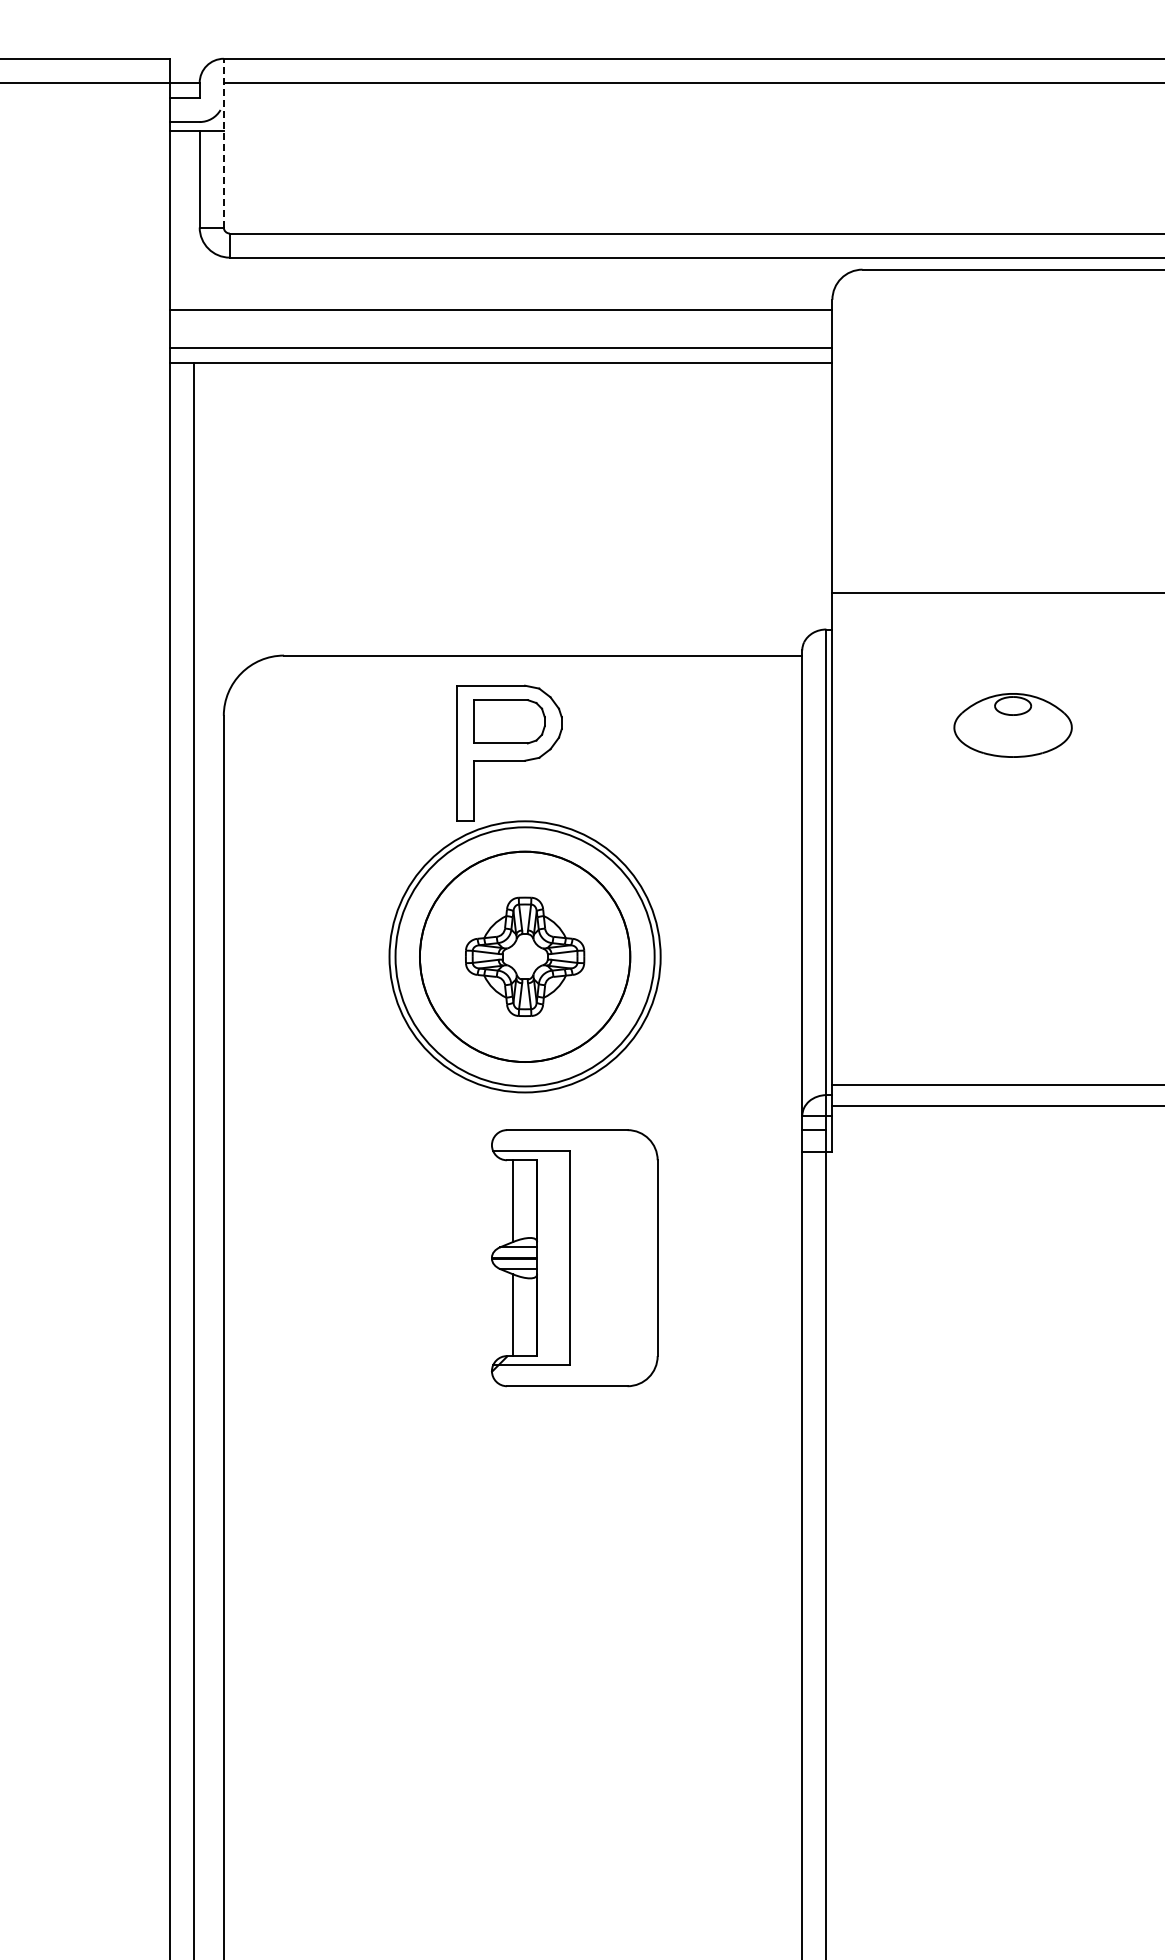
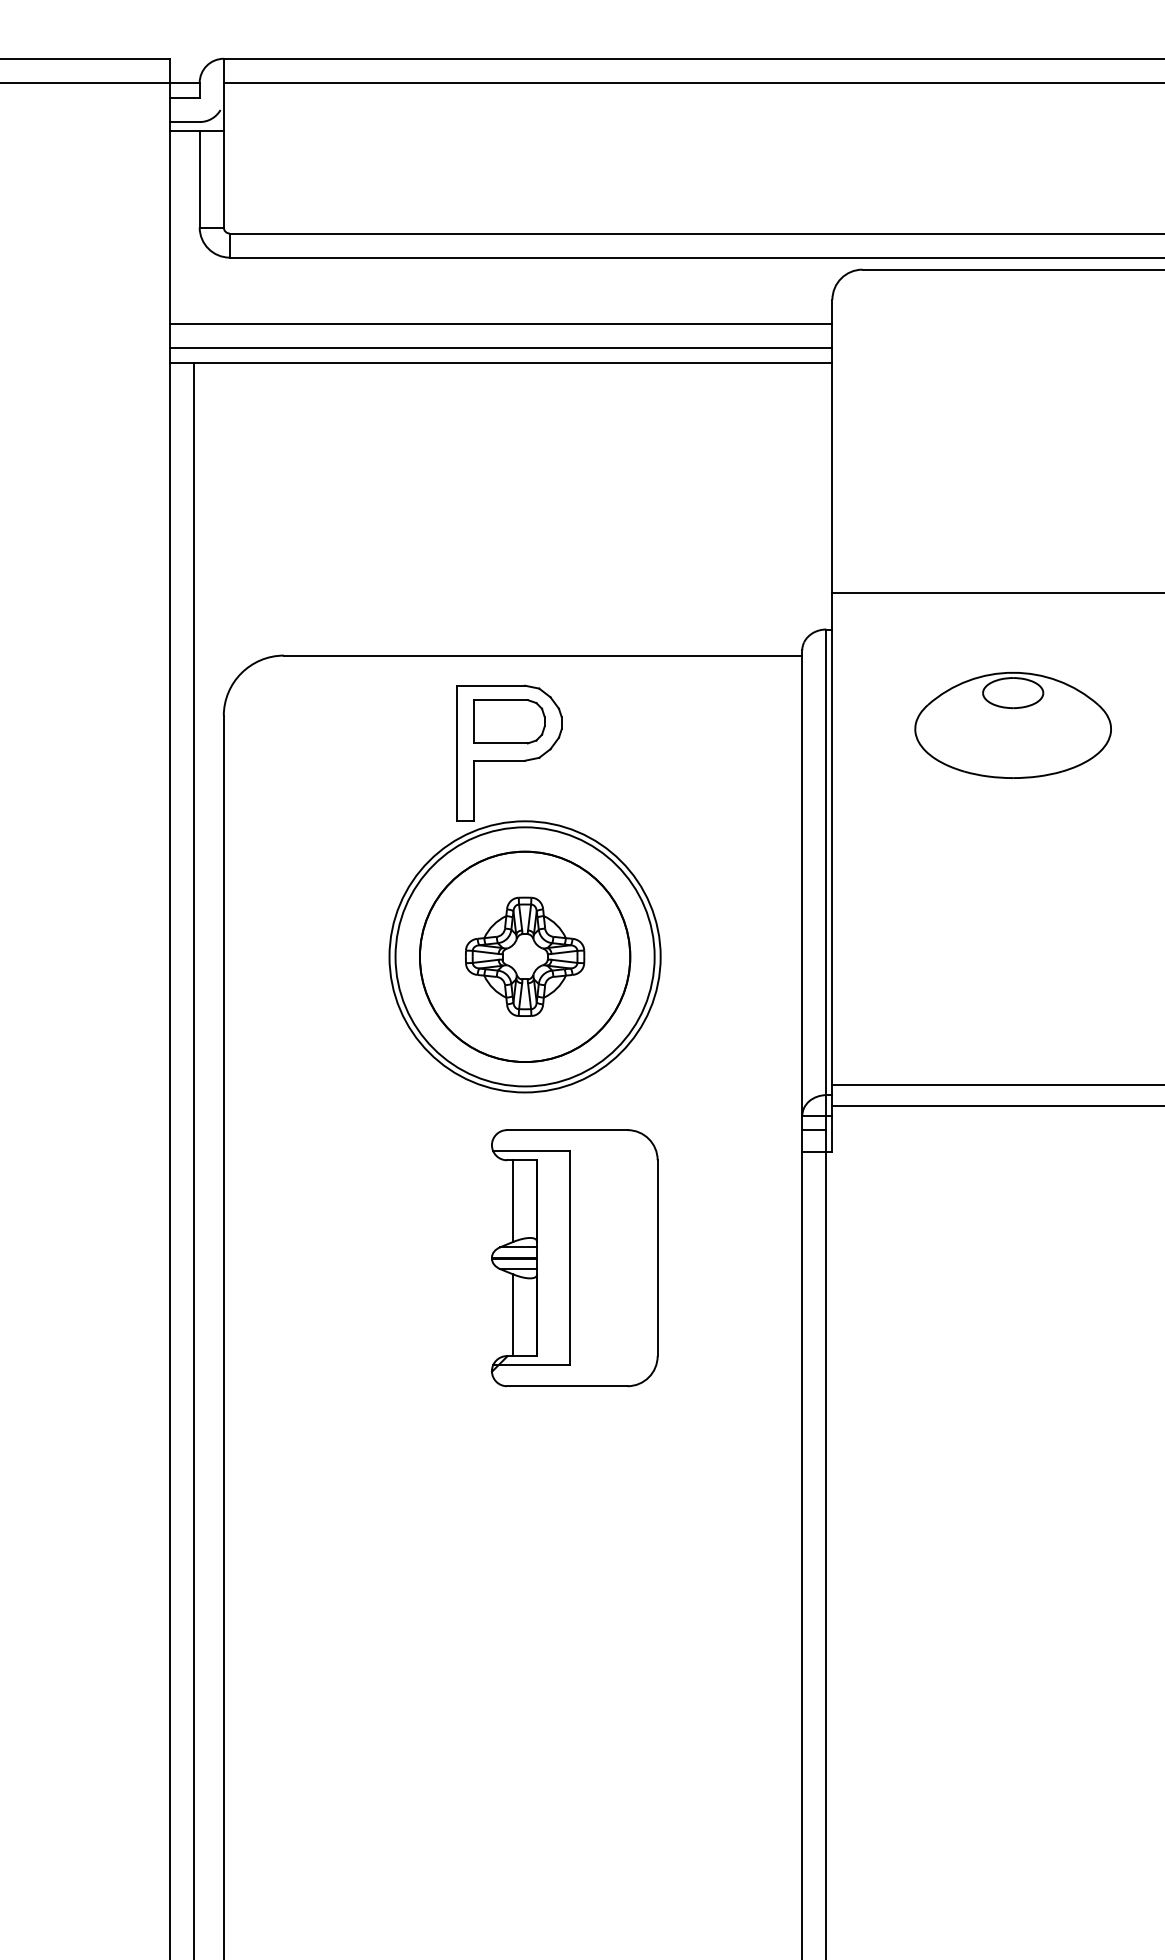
line at (223, 142): dashed -> solid
line at (500, 309) position: (500, 309) -> (500, 323)
part at (1012, 725) size: 120x65 px -> 198x107 px
